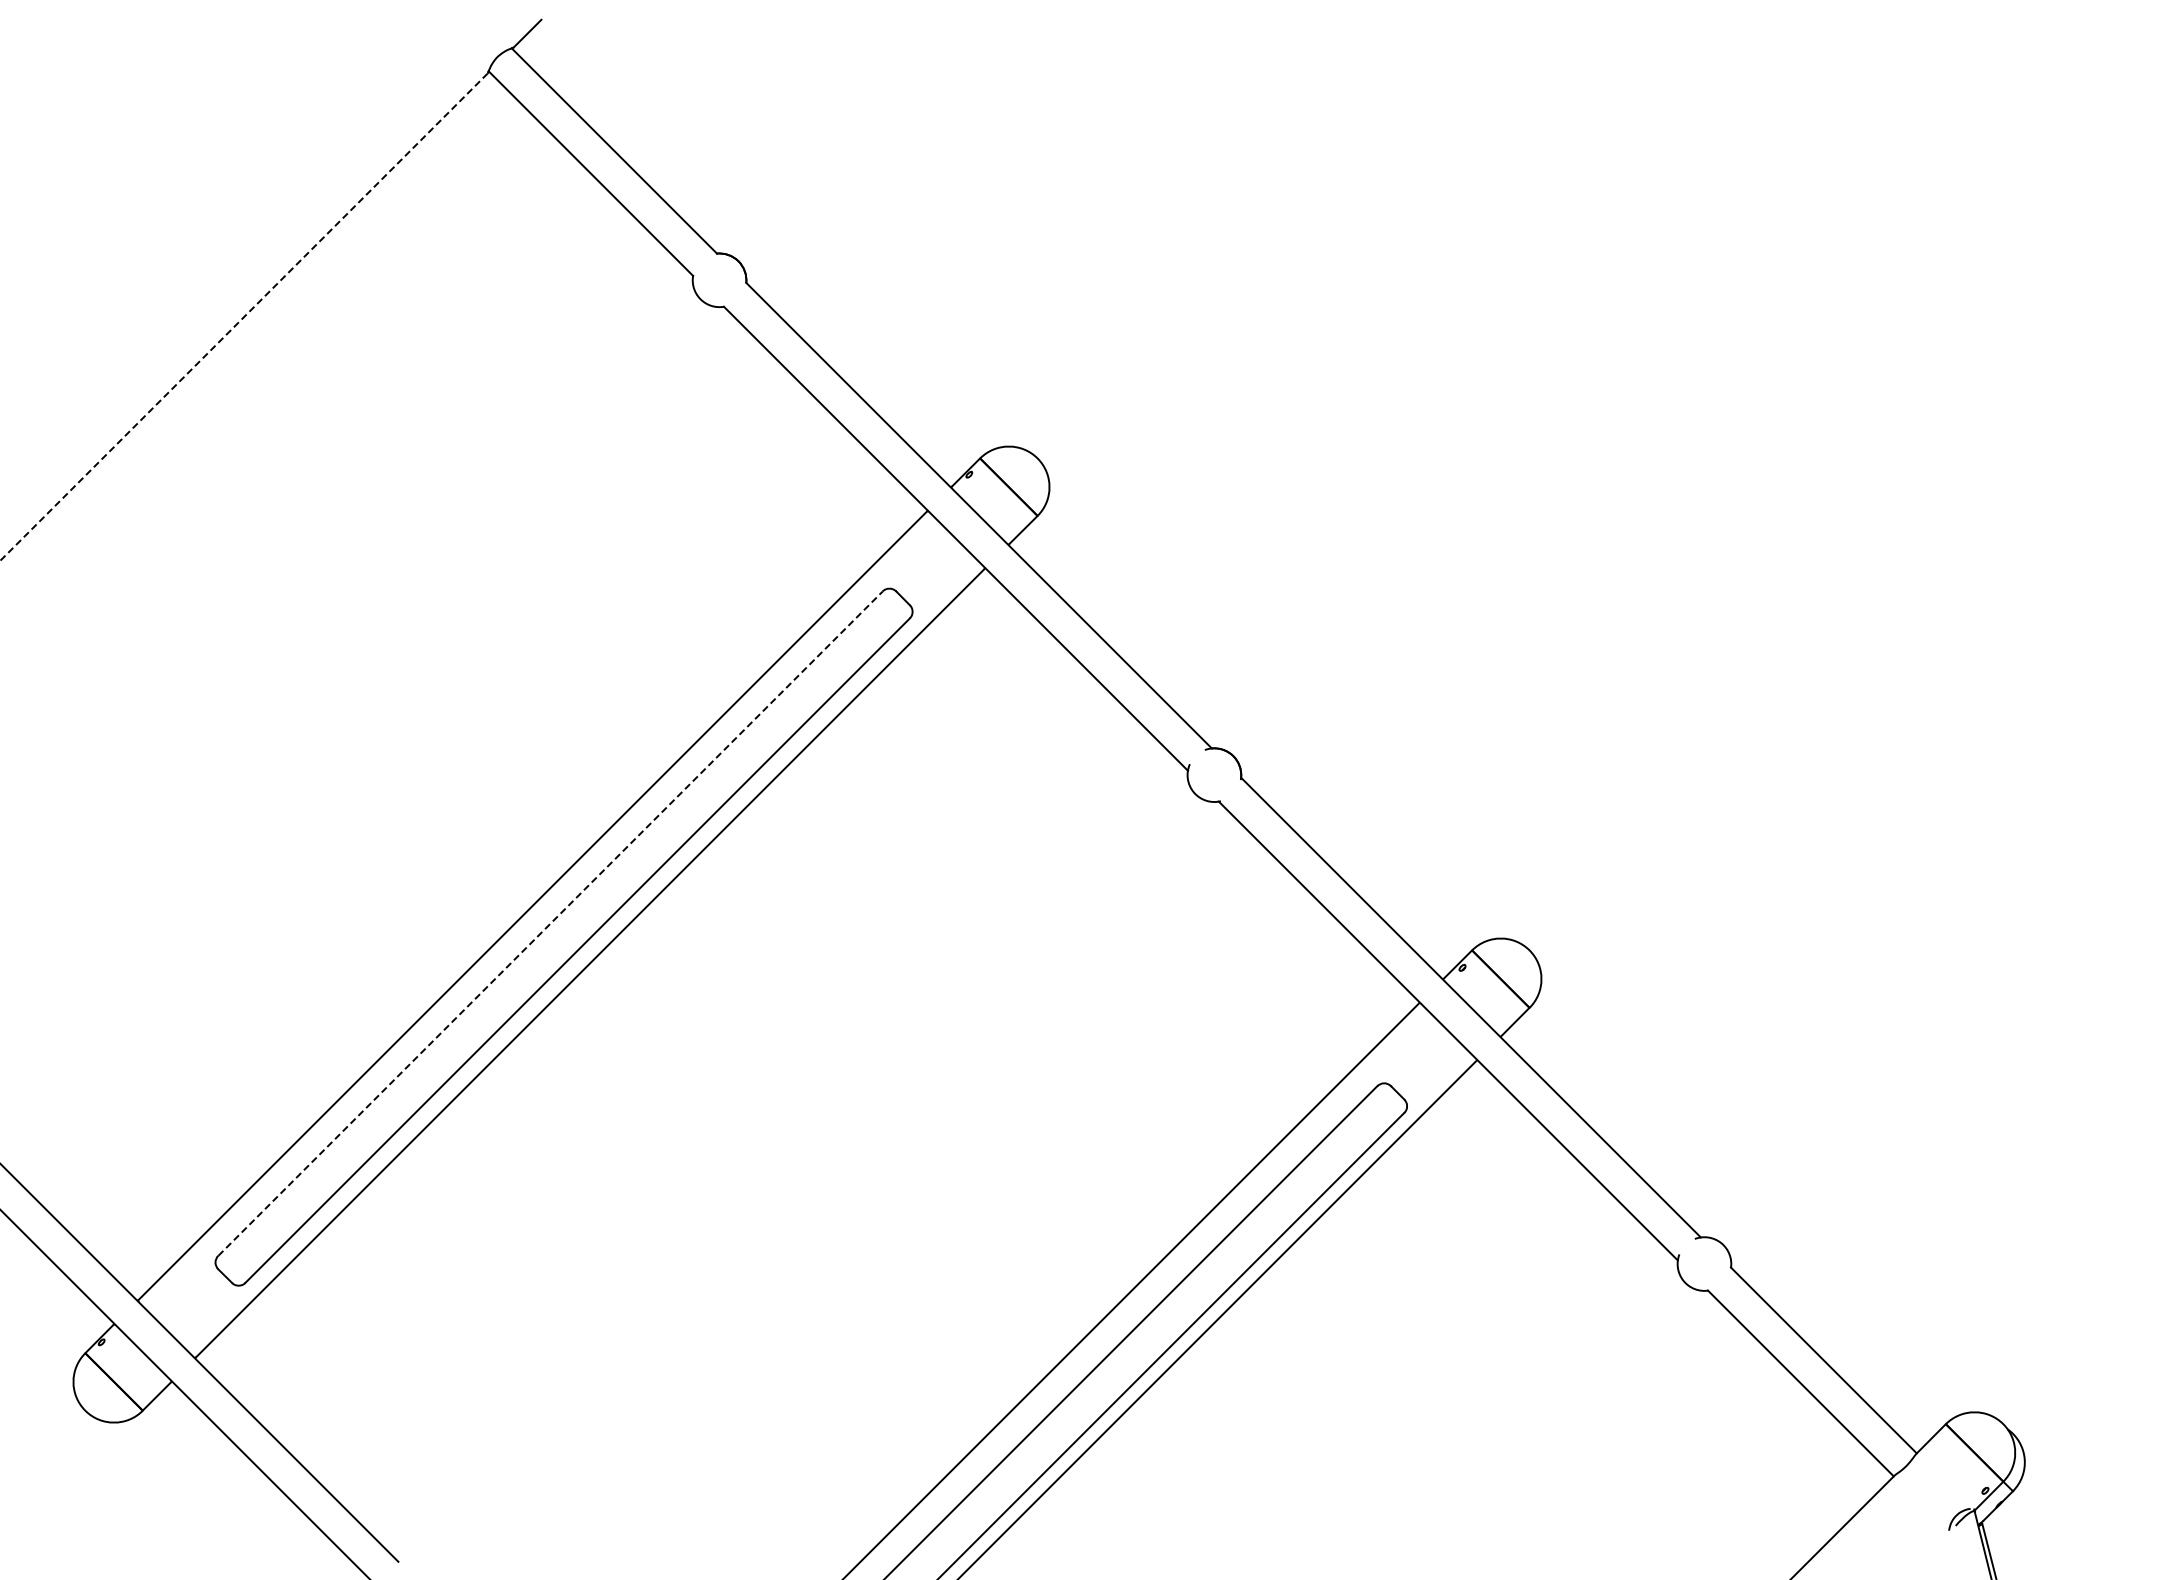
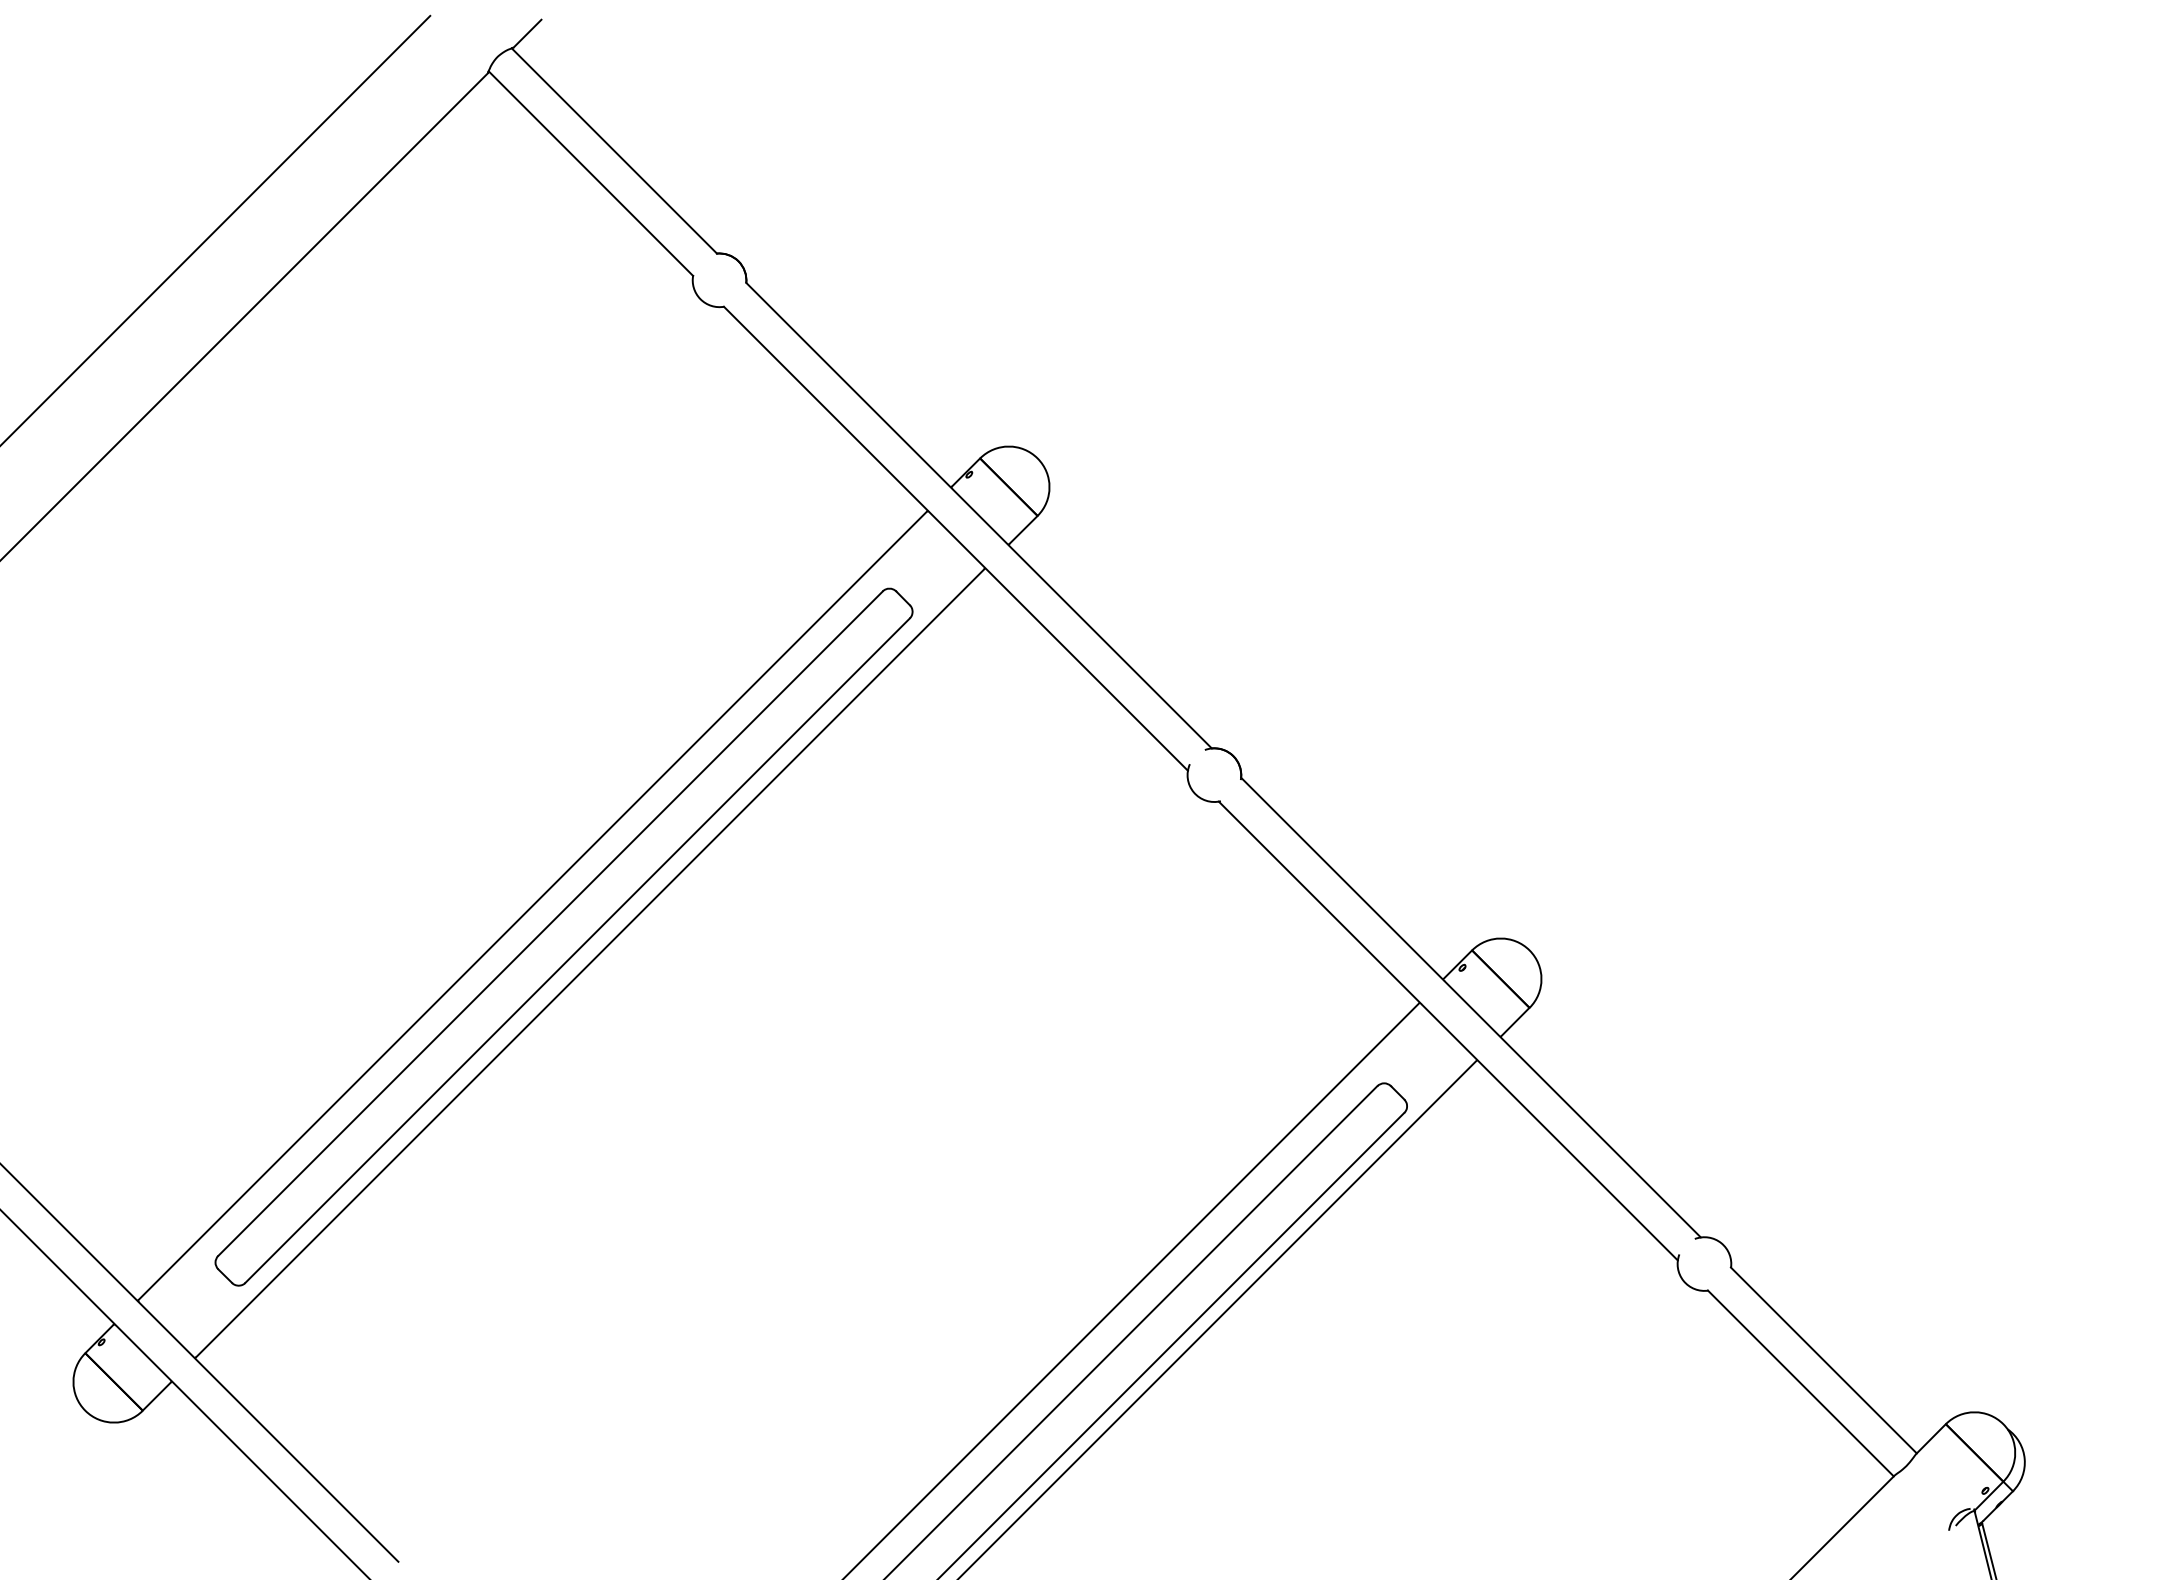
line at (216, 229): none -> present
line at (243, 317): dashed -> solid
line at (550, 923): dashed -> solid
